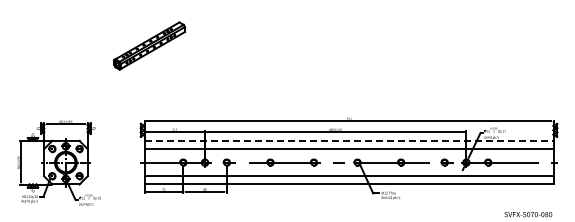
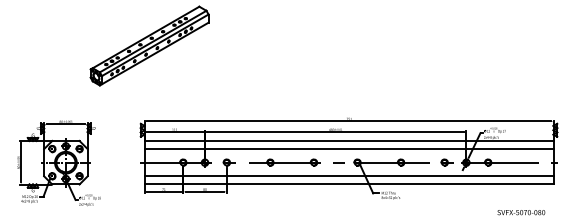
part at (149, 45) size: 74x50 px -> 121x82 px
line at (349, 140): dashed -> solid
text at (528, 214) position: (528, 214) -> (521, 212)
